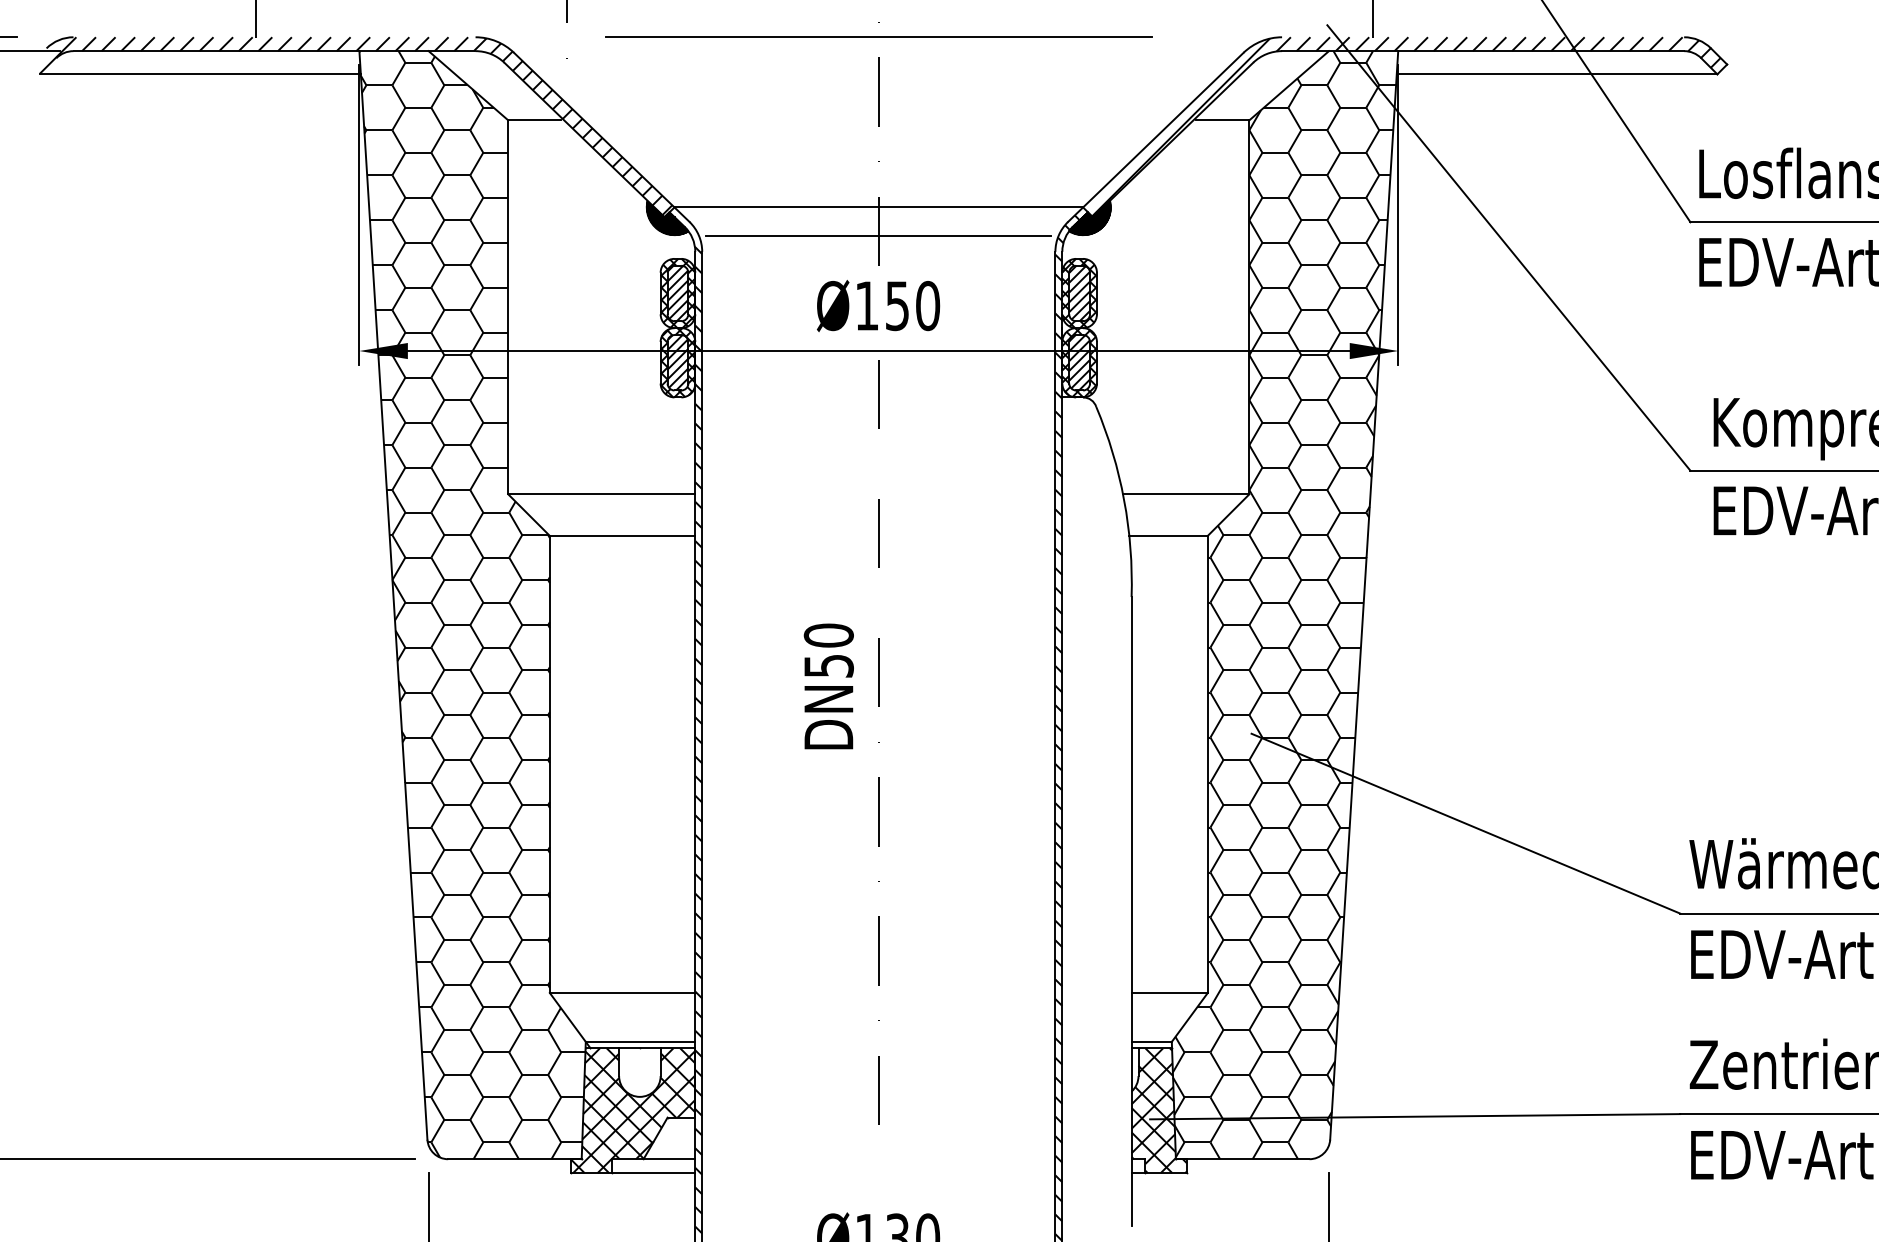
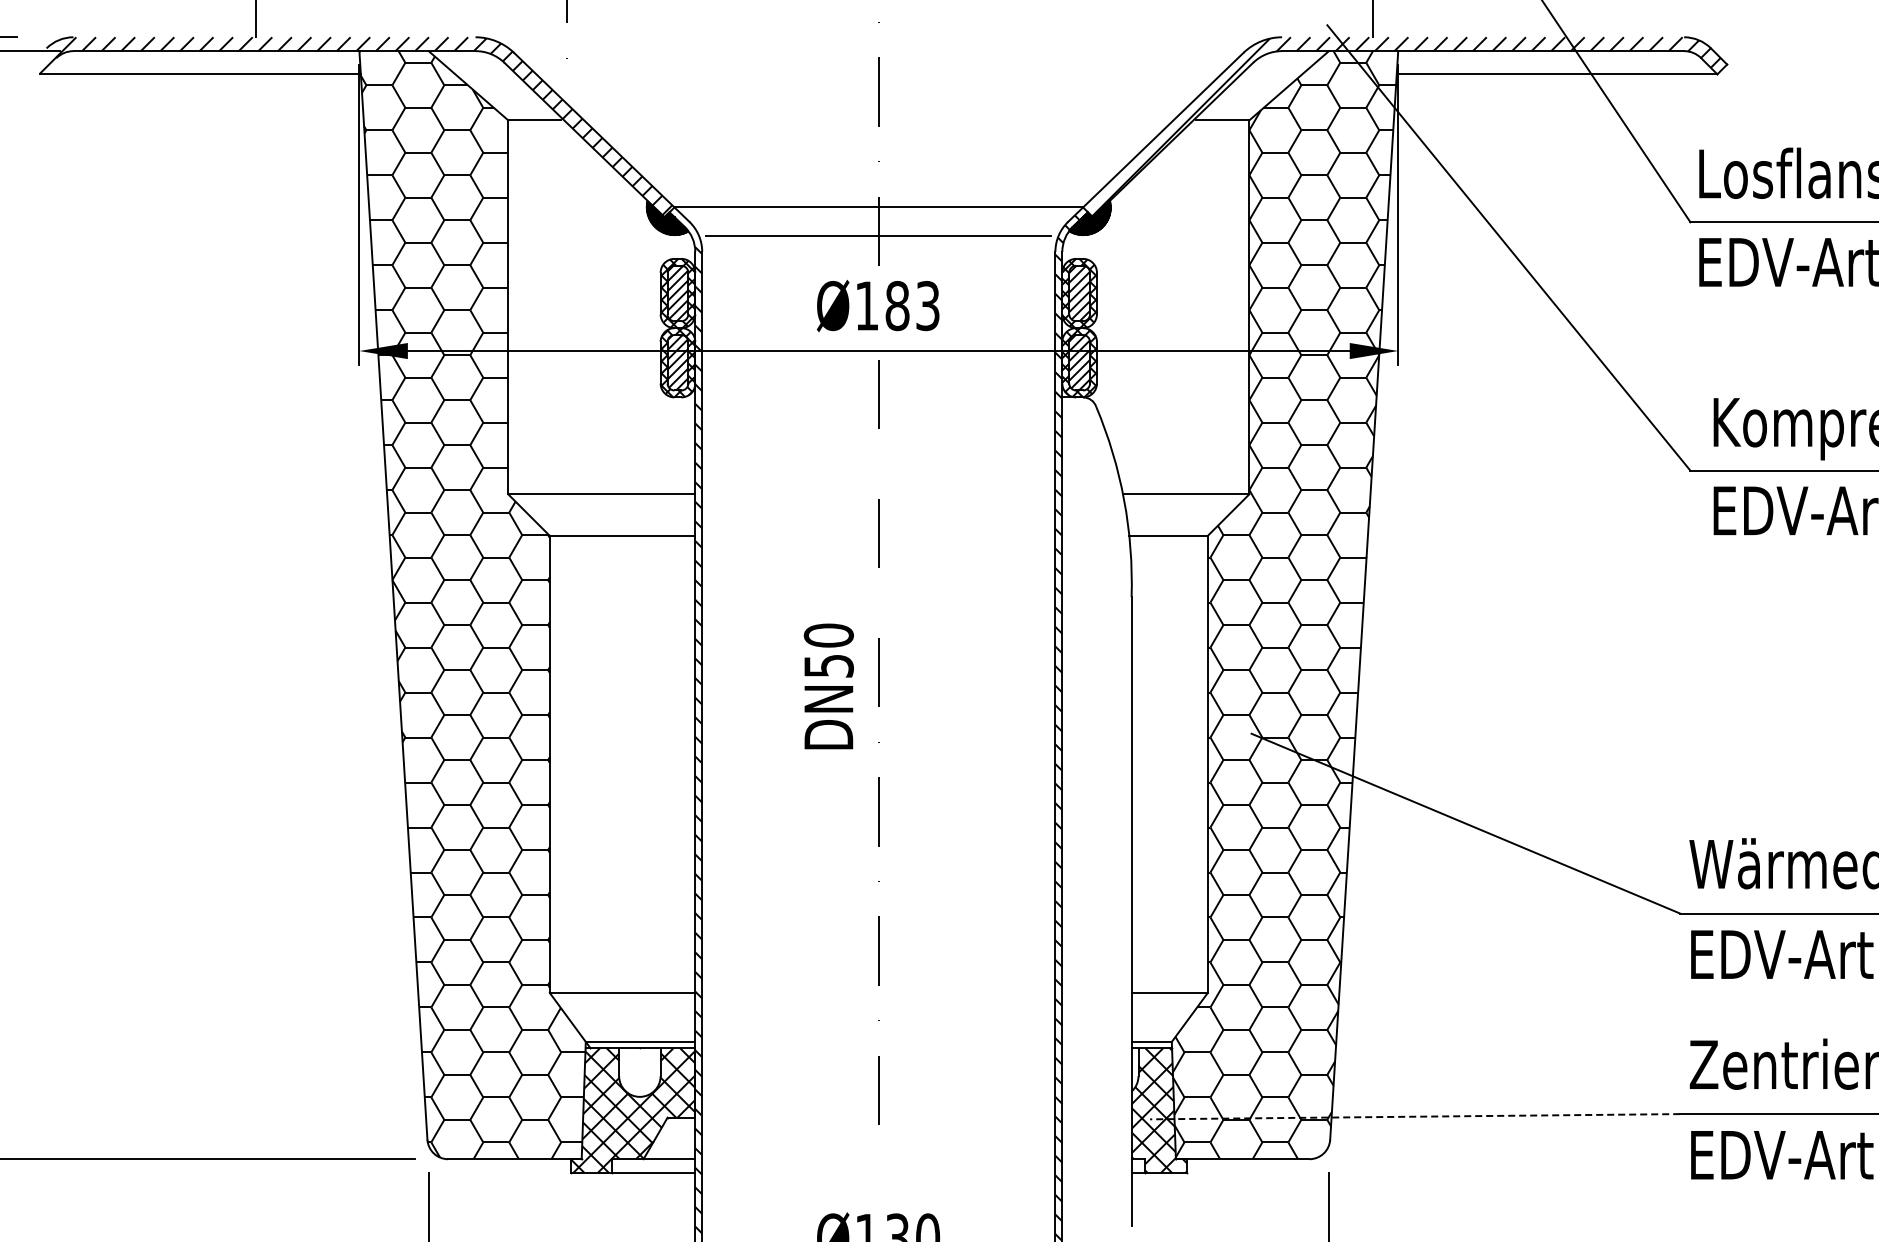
line at (878, 37): present -> none
text at (912, 306): Ø150 -> Ø183
line at (1414, 1116): solid -> dashed
